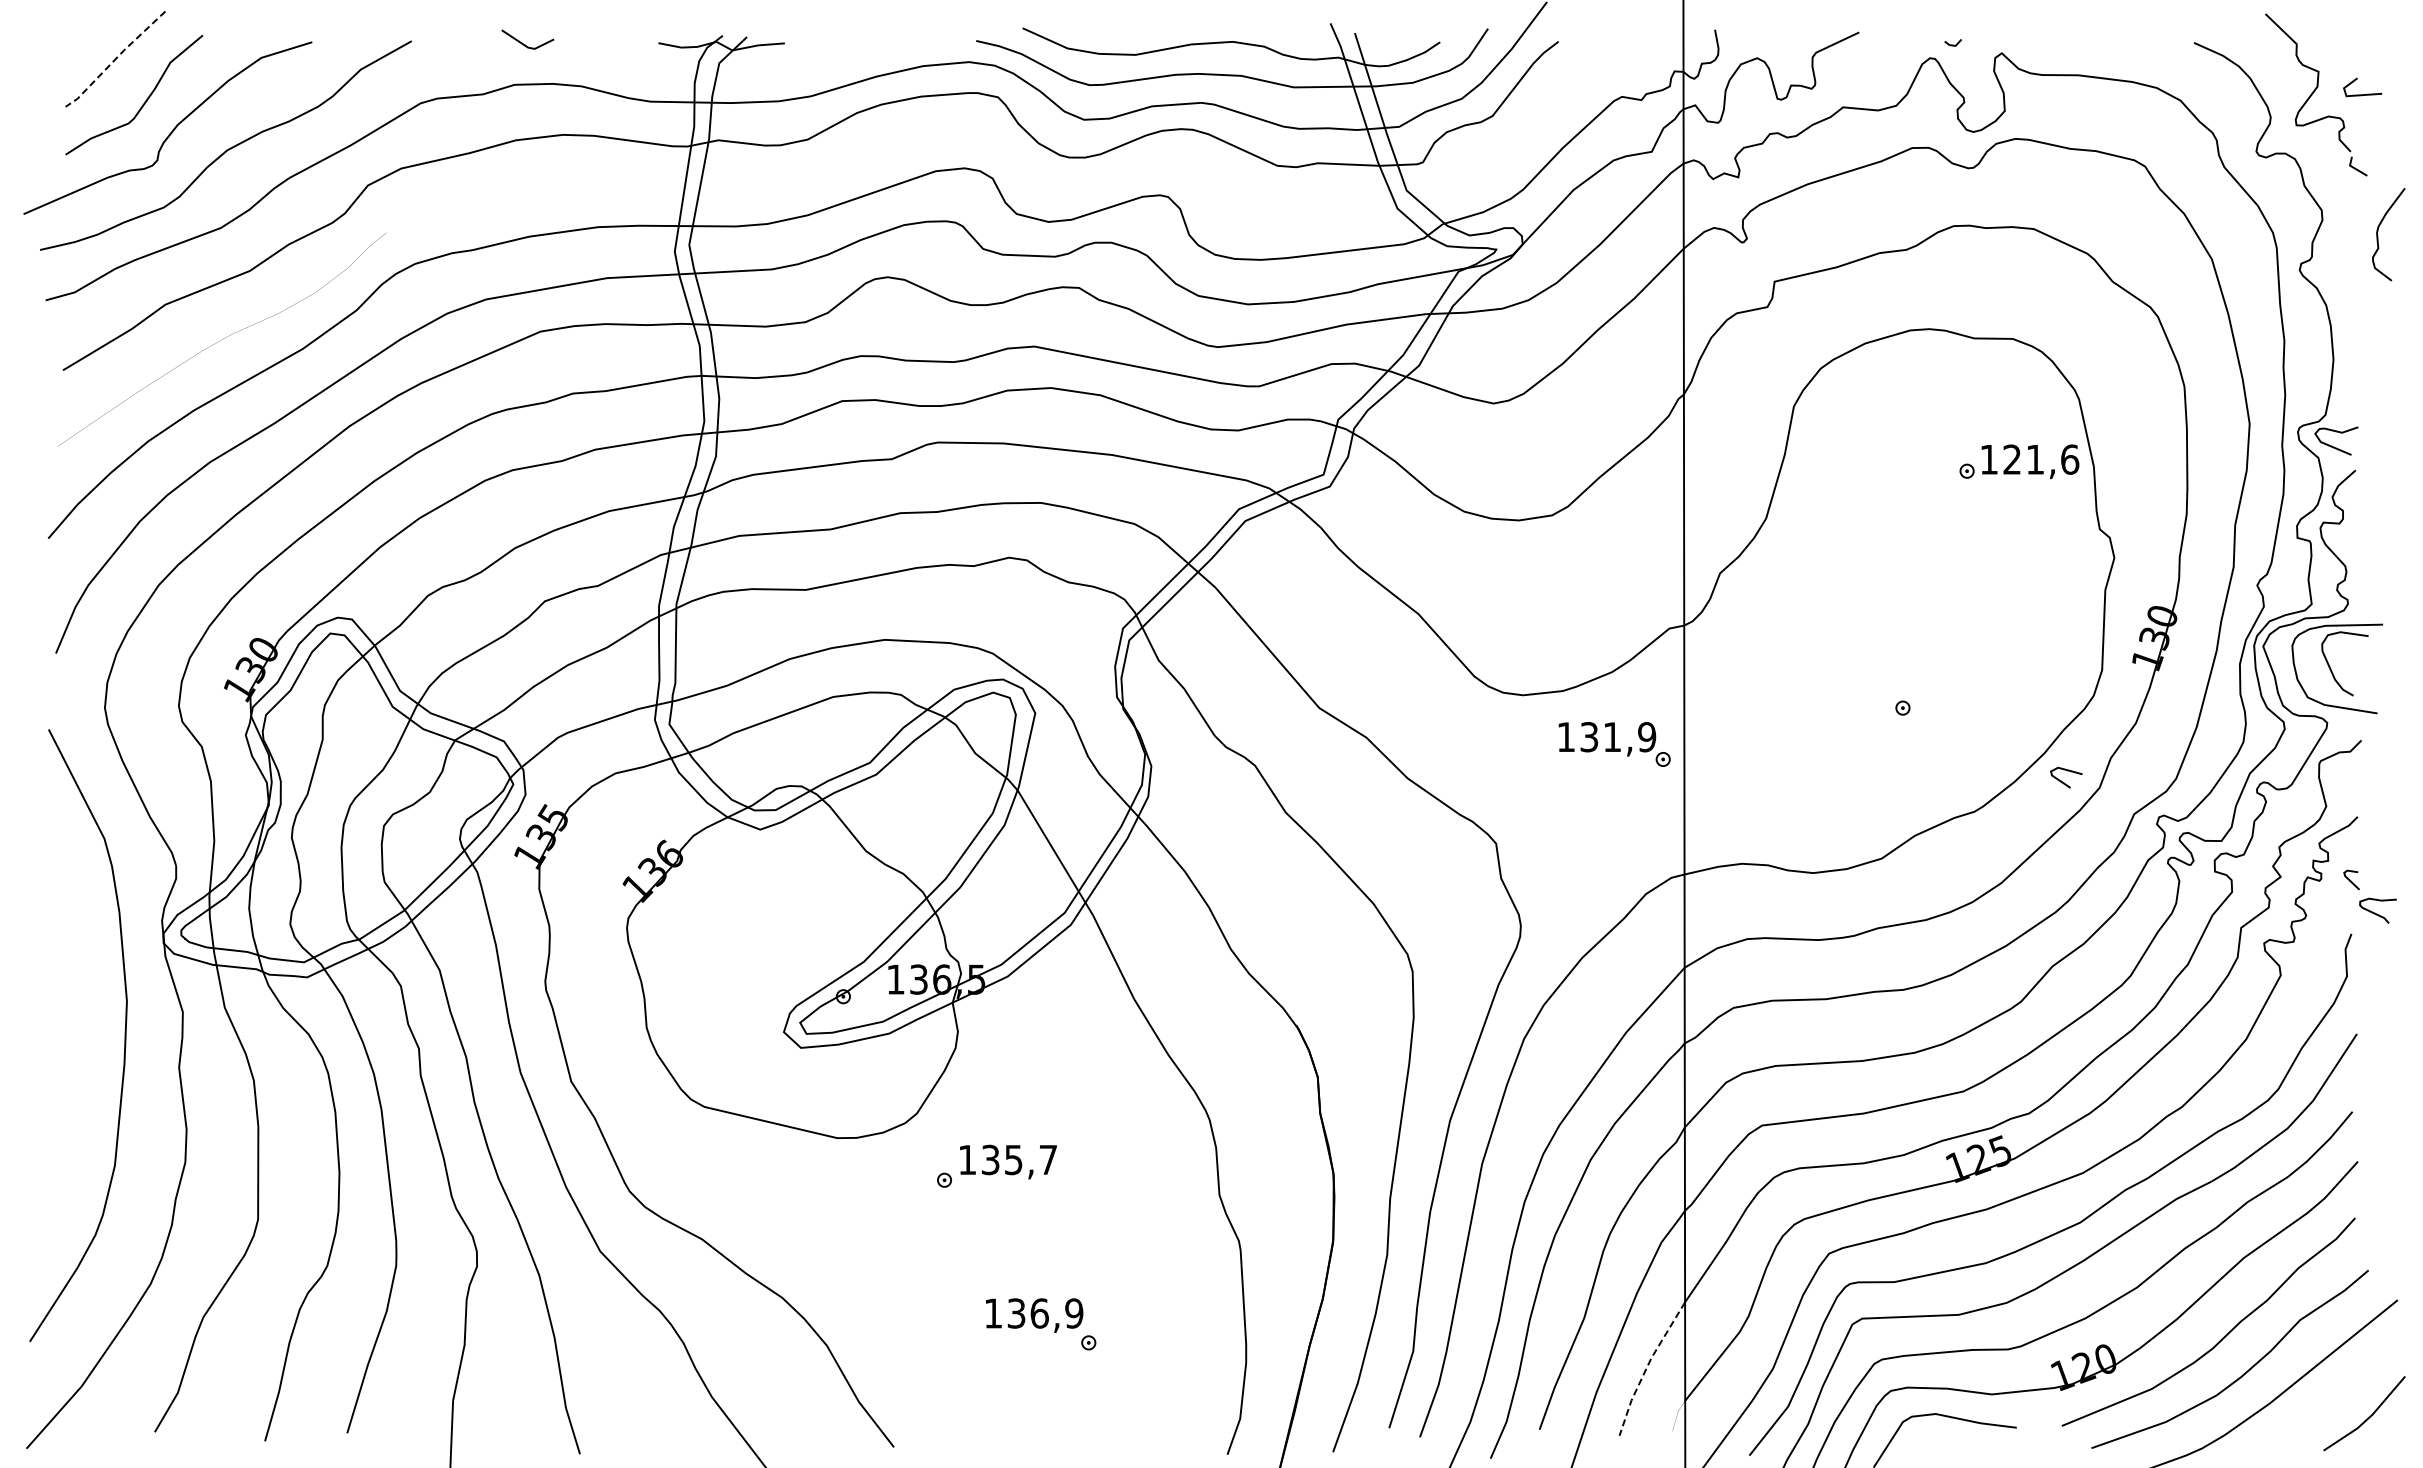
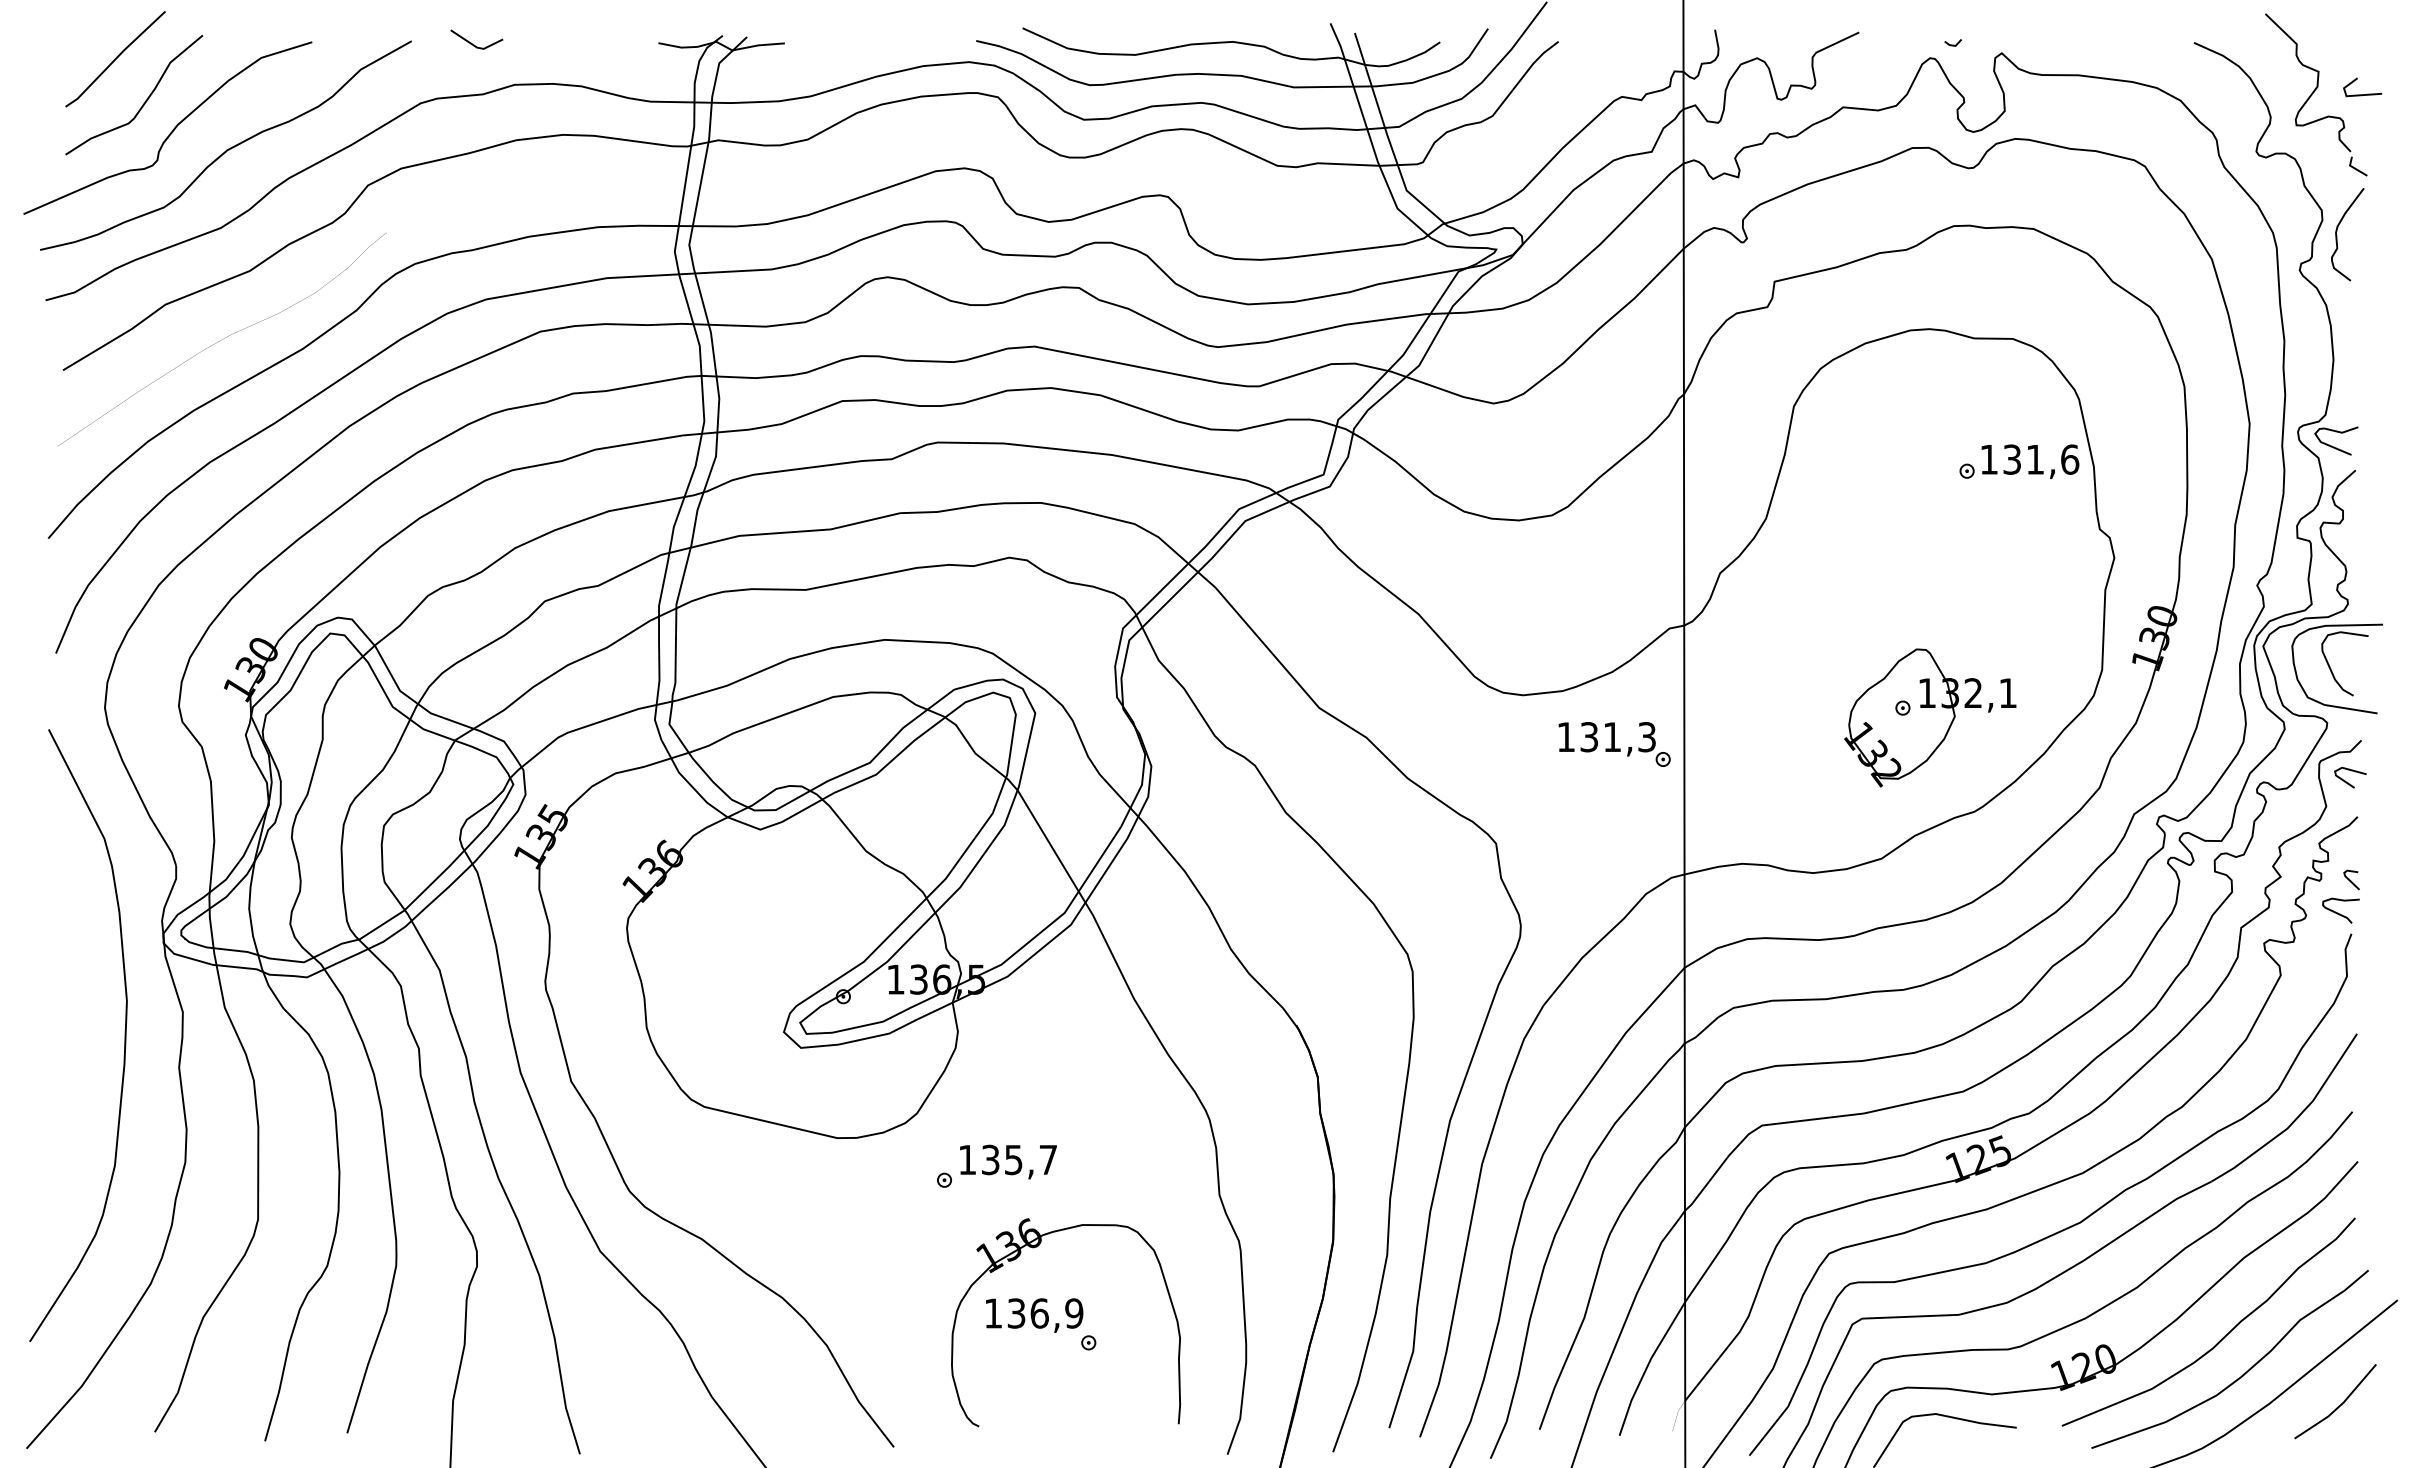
line at (525, 44) position: (525, 44) -> (474, 44)
line at (115, 59): dashed -> solid
curve at (2378, 235) position: (2378, 235) -> (2337, 235)
text at (2011, 459): 121,6 -> 131,6
part at (1930, 717): none -> present
text at (1647, 737): 131,9 -> 131,3
line at (2064, 782) position: (2064, 782) -> (2348, 782)
curve at (2375, 912) position: (2375, 912) -> (2338, 912)
part at (1016, 1259): none -> present
line at (1647, 1367): dashed -> solid
line at (2367, 1417) position: (2367, 1417) -> (2338, 1405)
